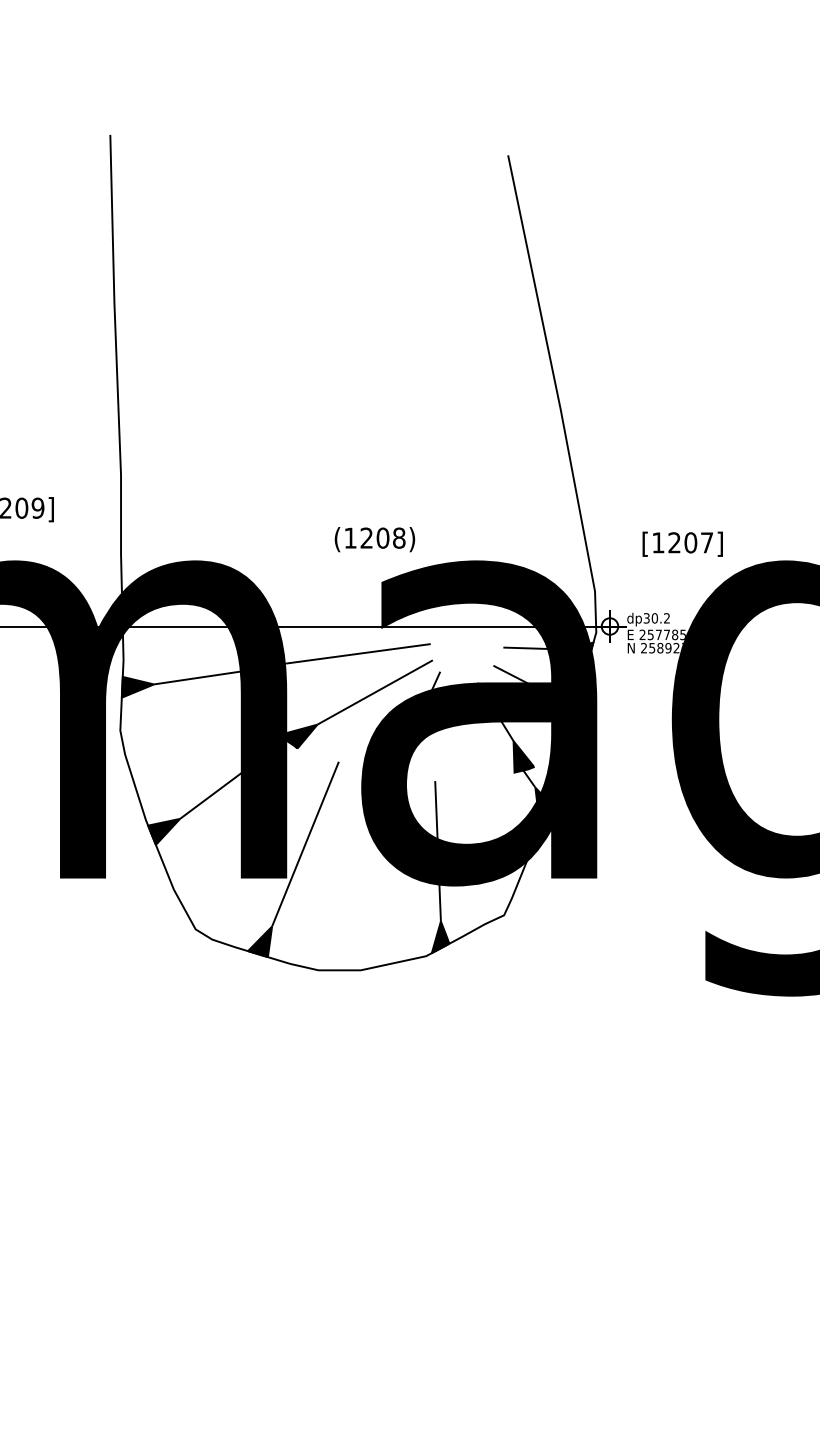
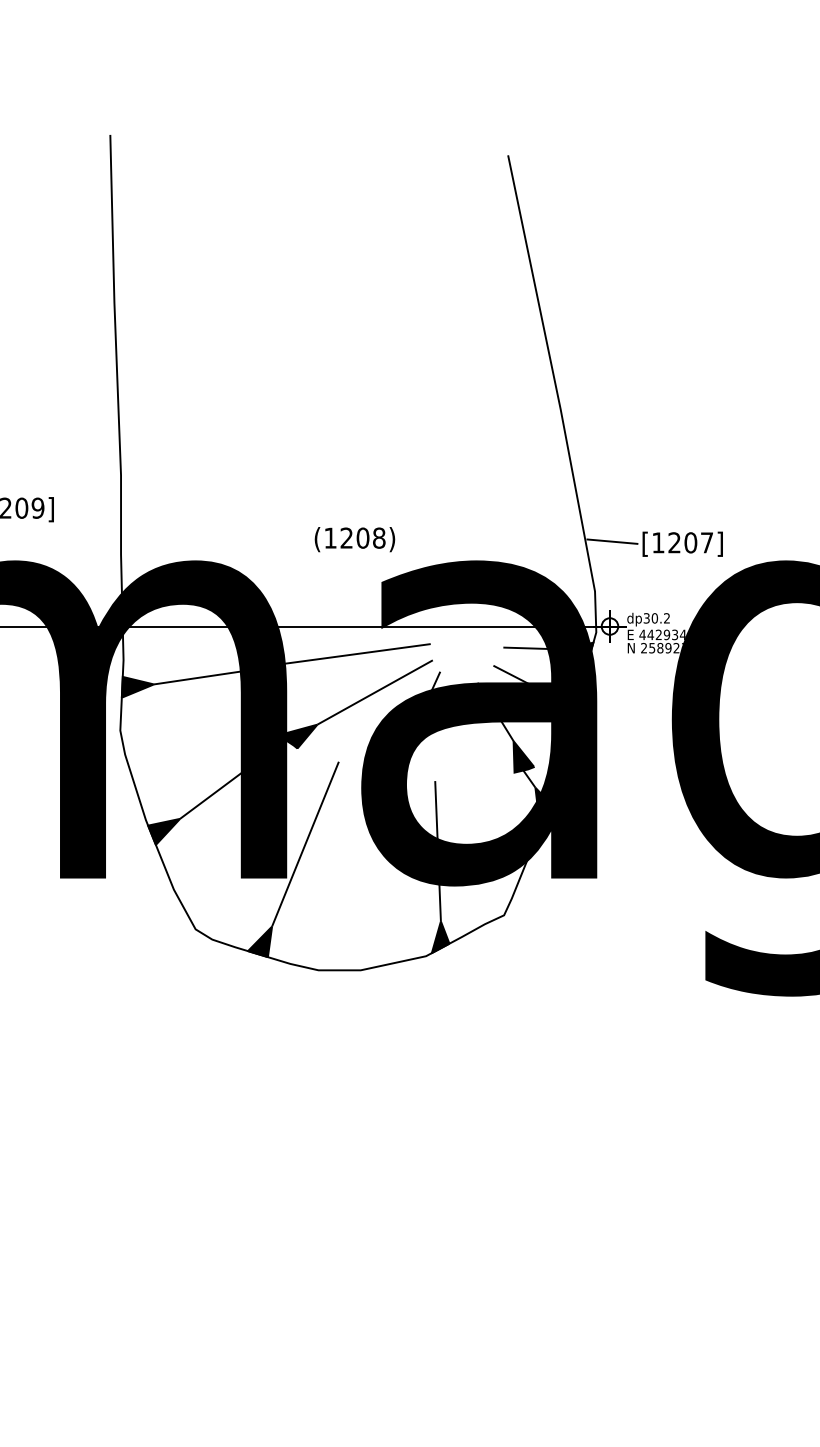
text at (374, 539) position: (374, 539) -> (354, 539)
line at (612, 541): none -> present
text at (662, 634): 257785.82 -> 442934.17
